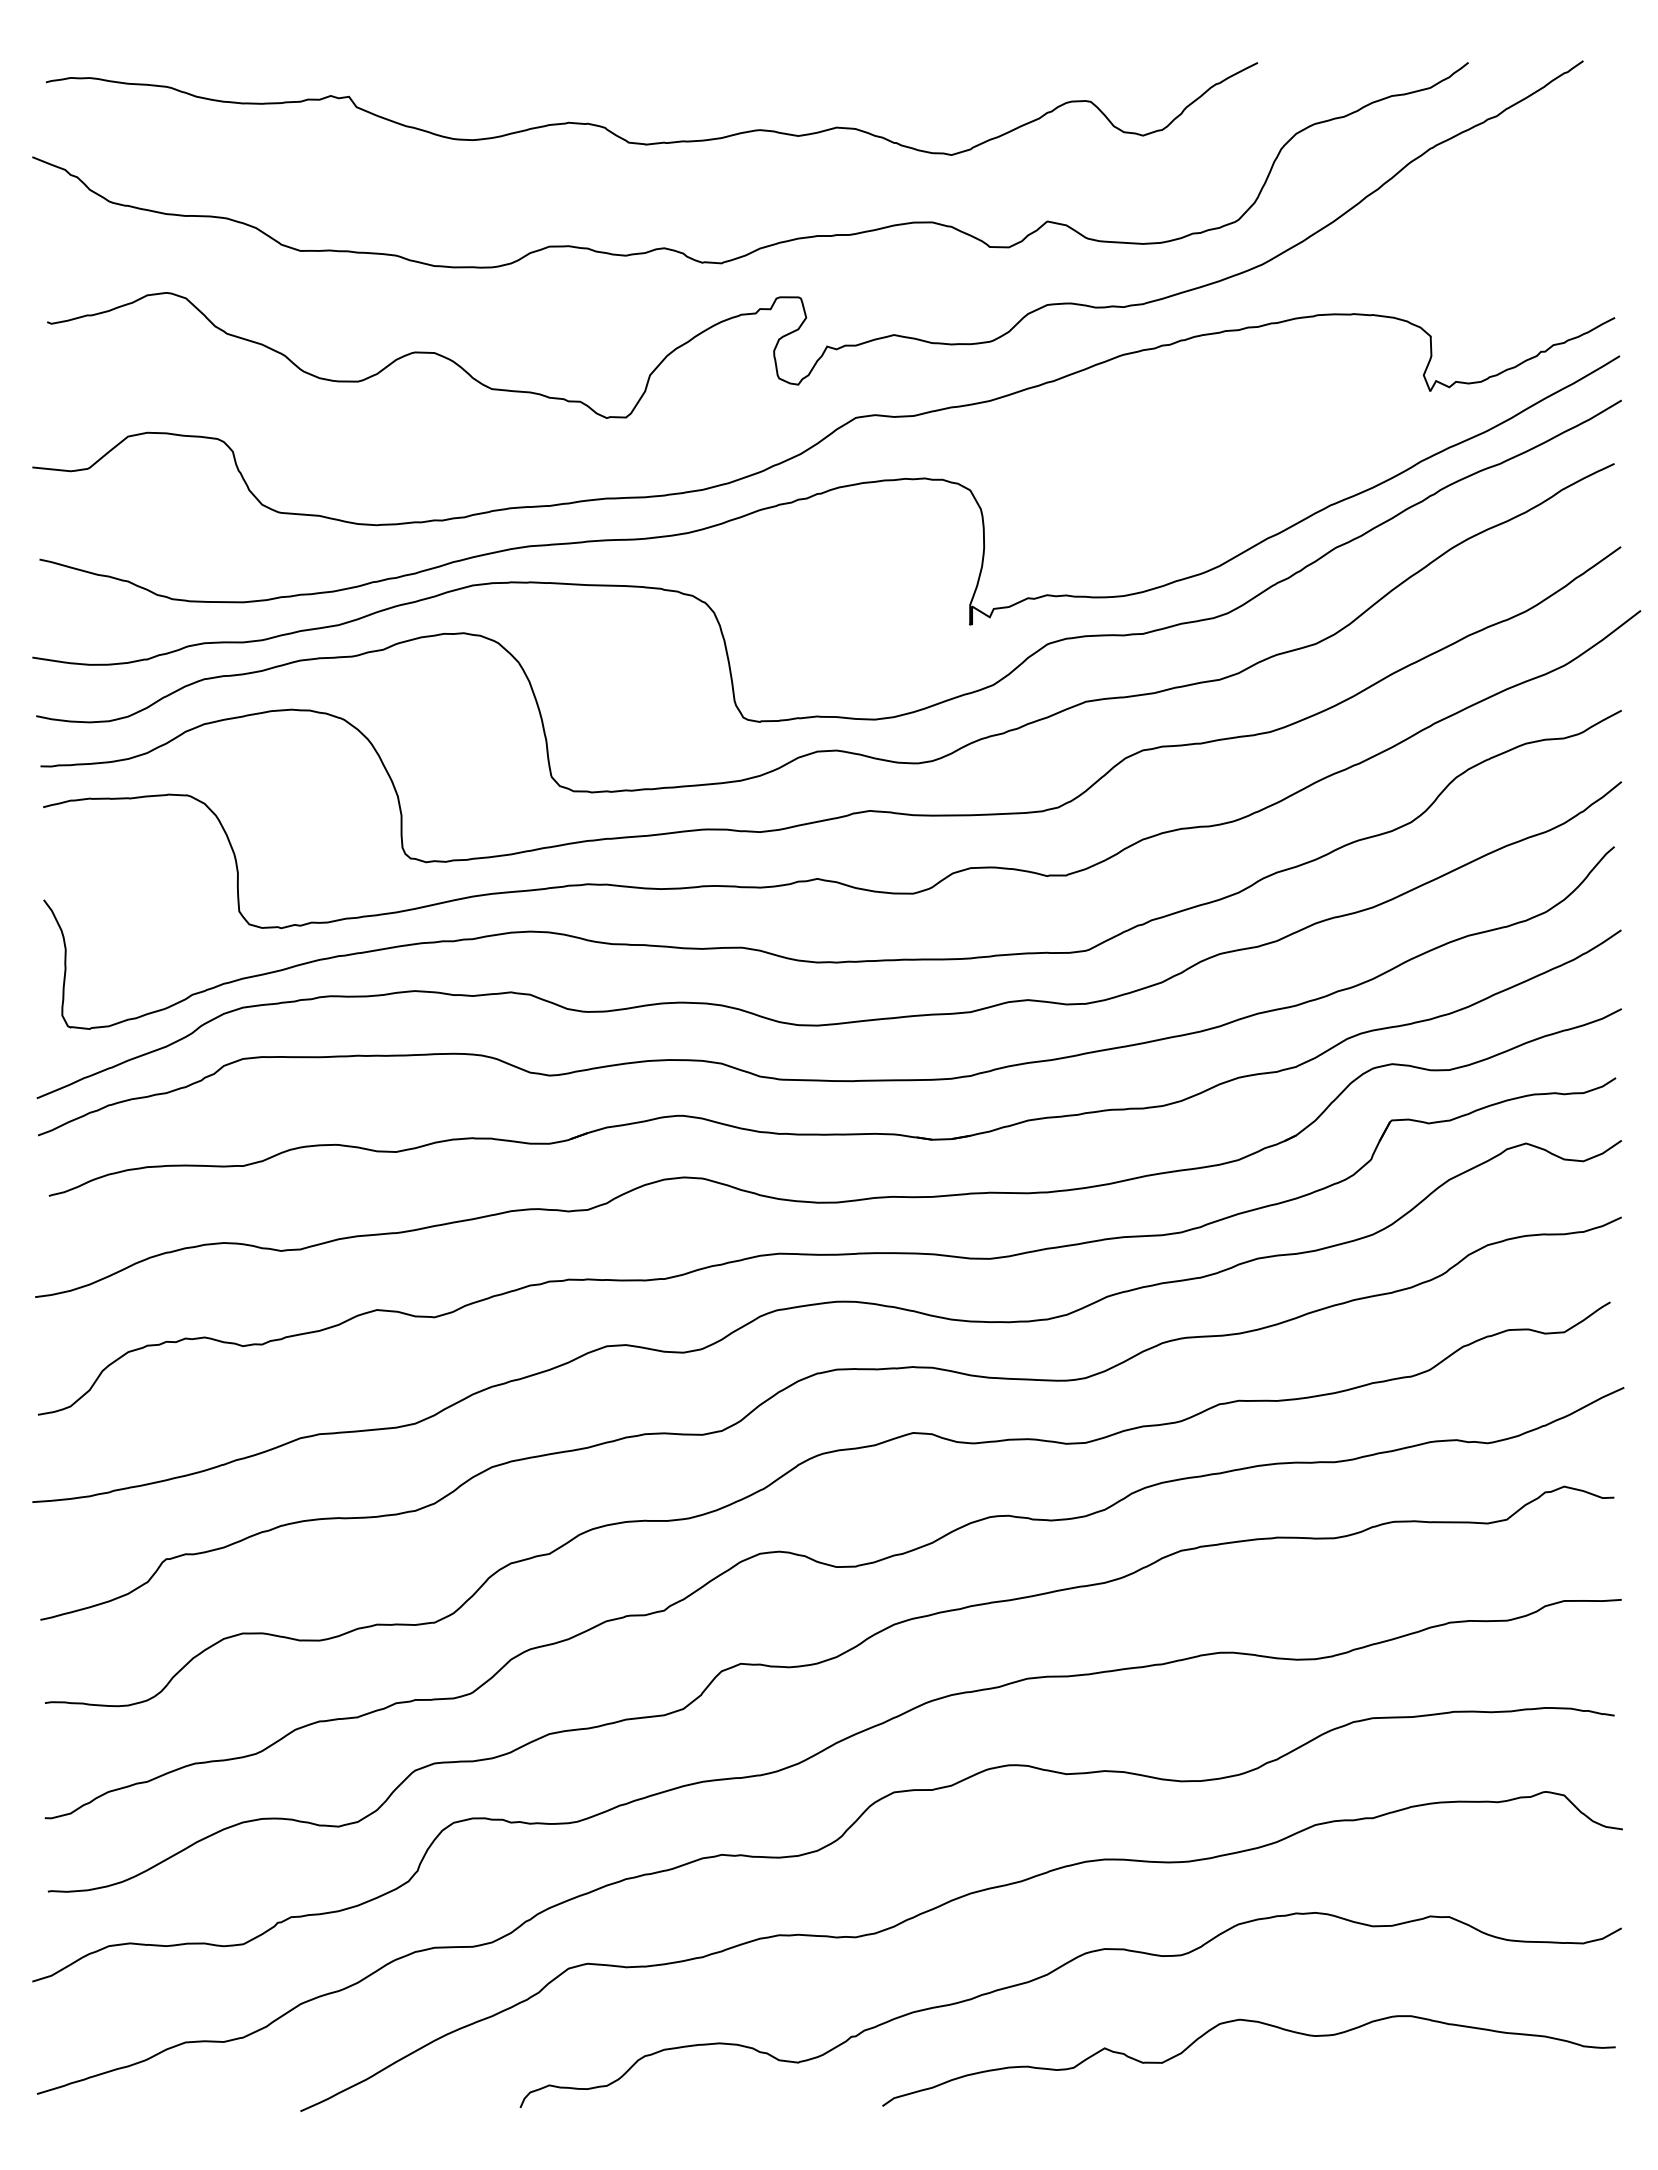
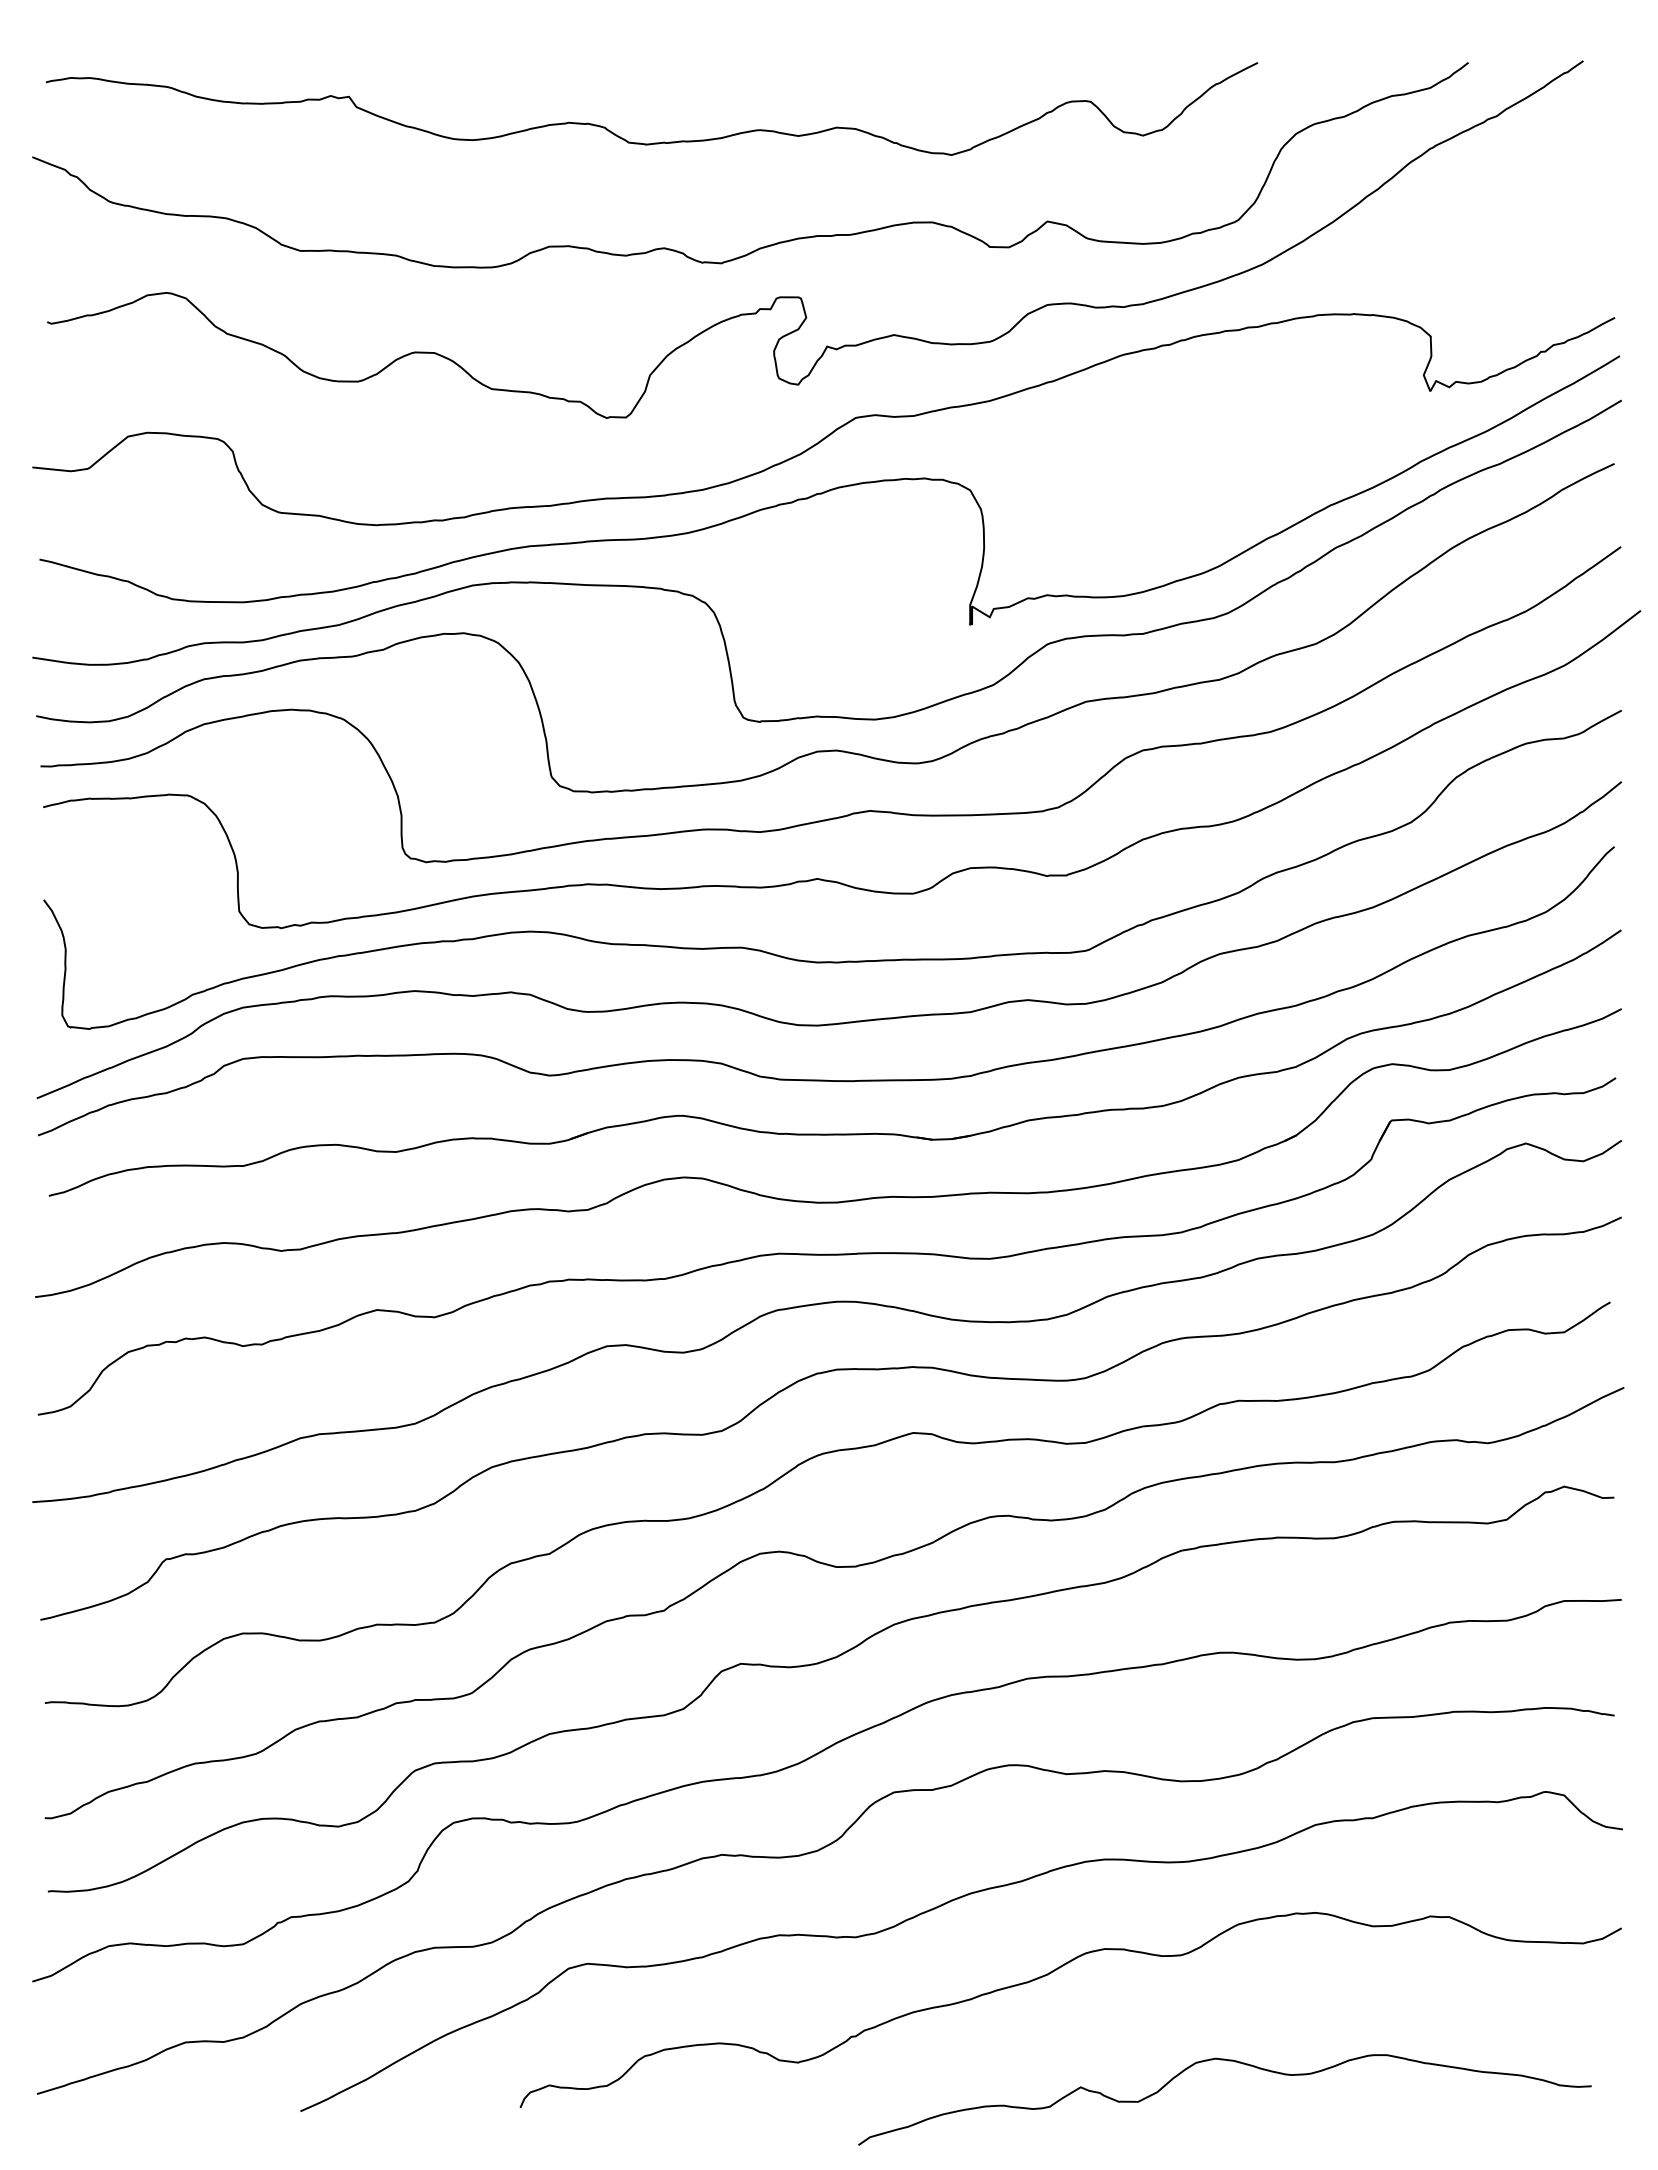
curve at (1252, 2022) position: (1252, 2022) -> (1228, 2061)
